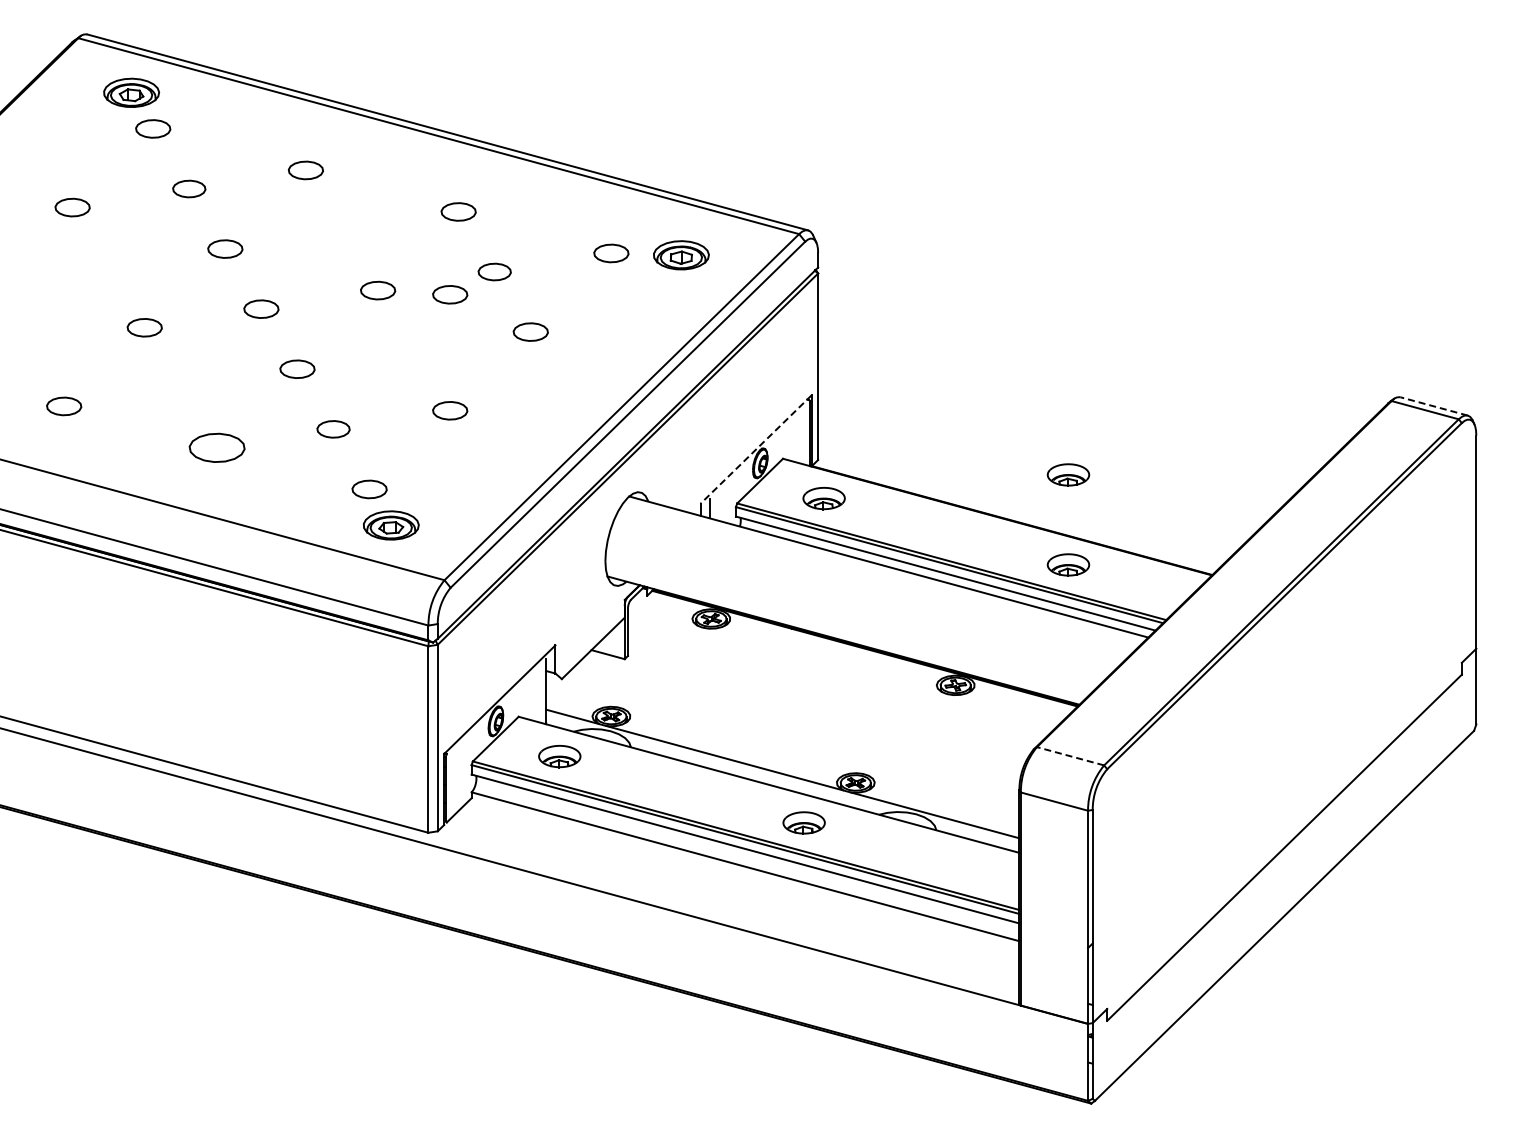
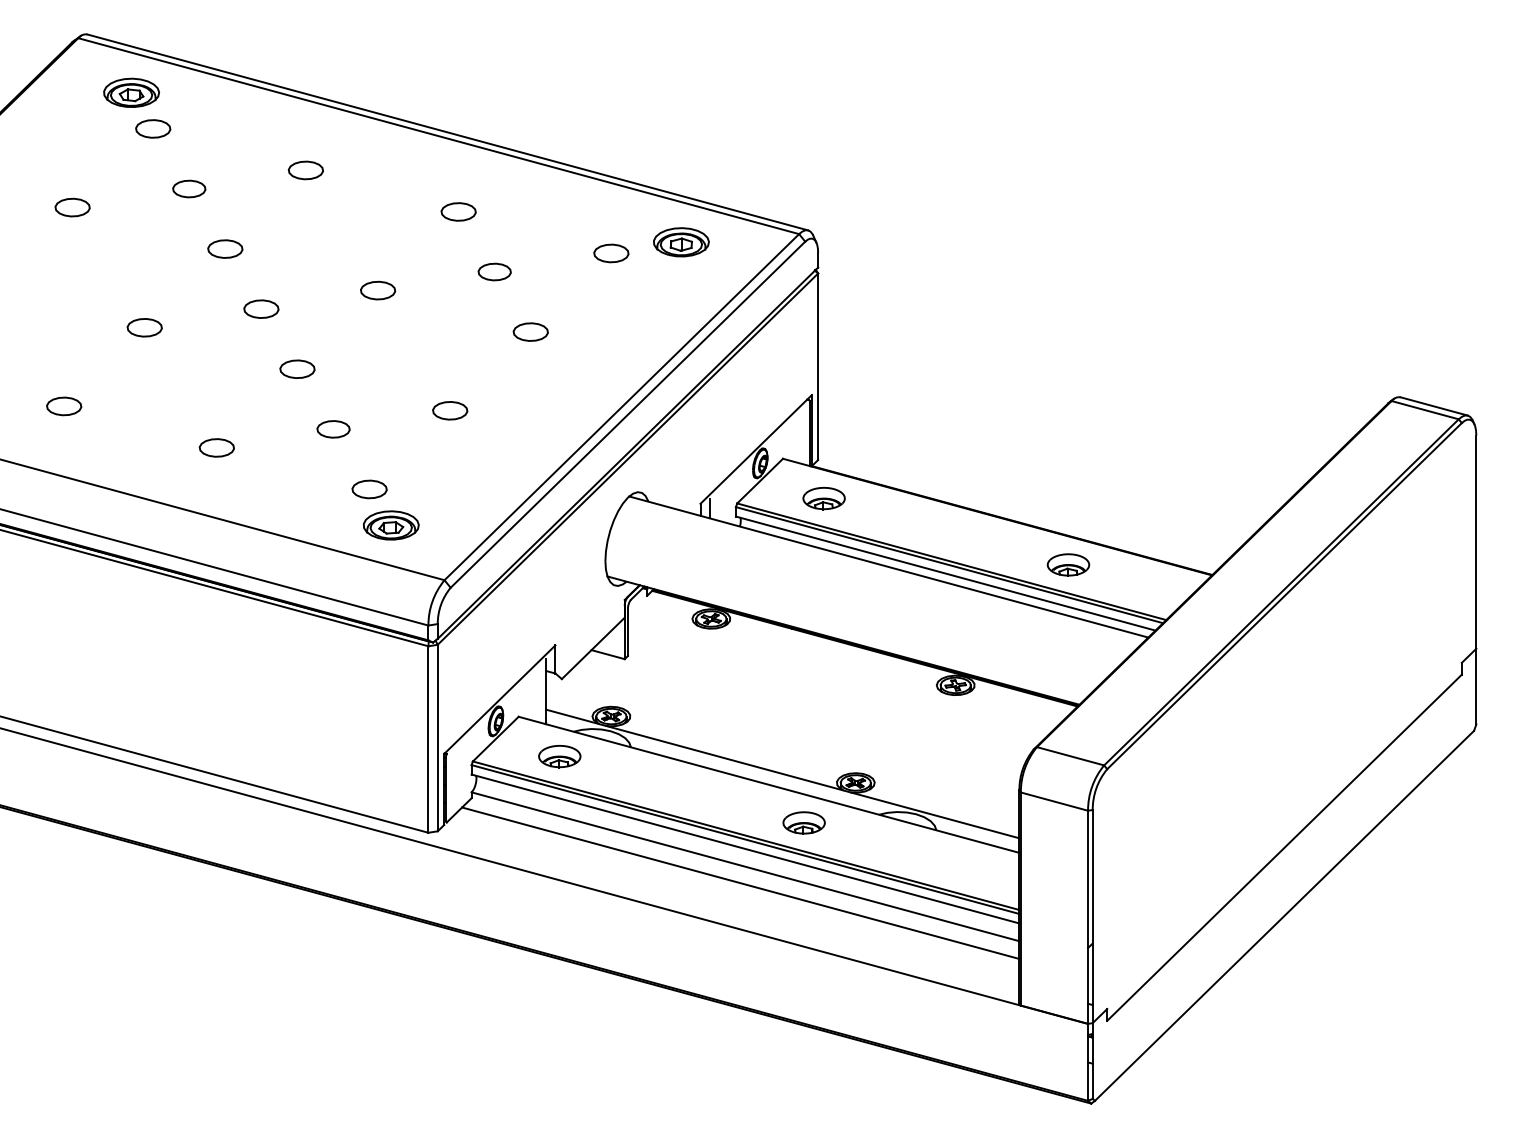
part at (681, 255) position: (681, 255) -> (681, 242)
part at (450, 294): present -> none
line at (1434, 406): dashed -> solid
part at (216, 447) size: 58x31 px -> 37x20 px
line at (756, 449): dashed -> solid
part at (1068, 474): present -> none
line at (1070, 756): dashed -> solid
line at (740, 882): none -> present
